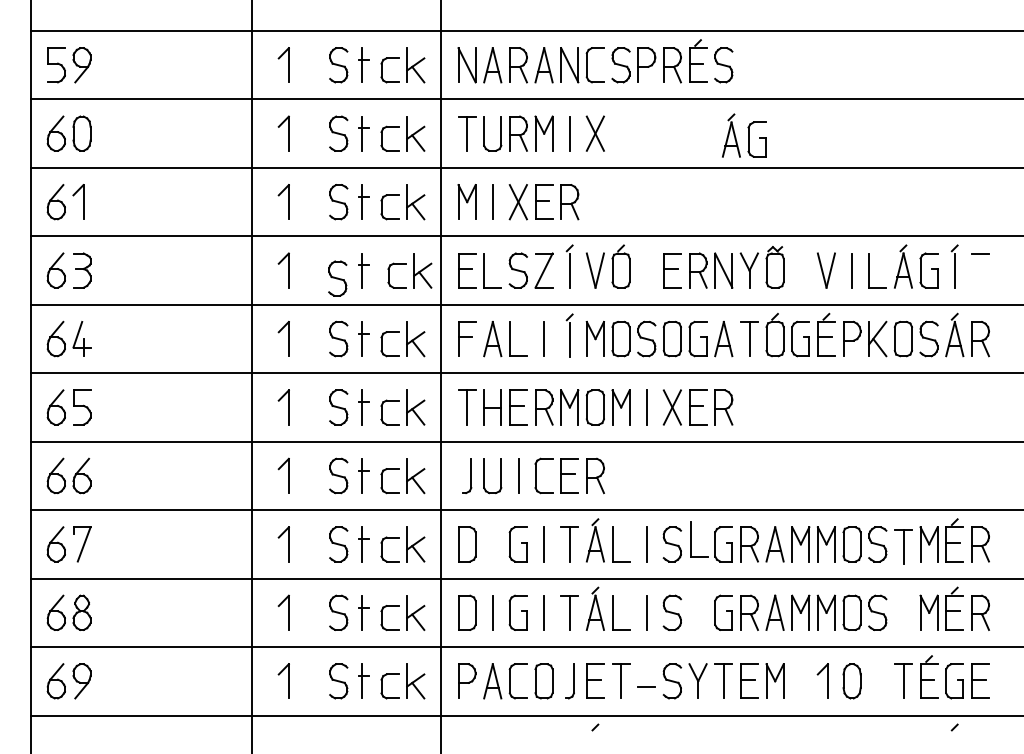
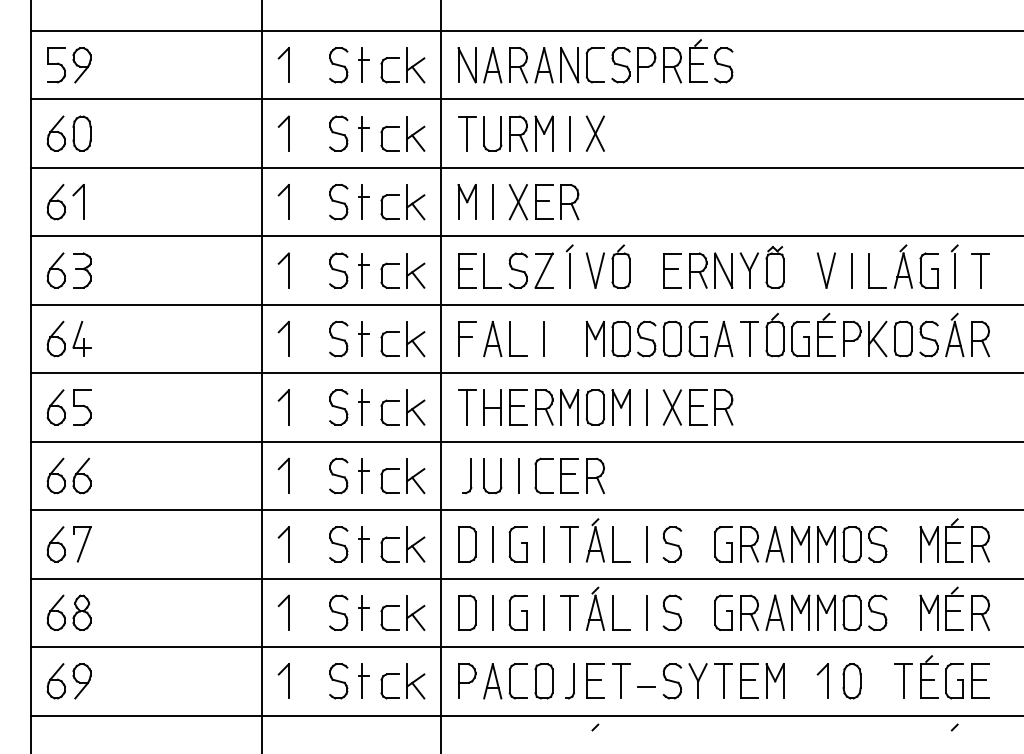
part at (744, 135): present -> none
part at (409, 270) position: (409, 270) -> (402, 270)
line at (980, 270): none -> present
part at (337, 278) position: (337, 278) -> (338, 270)
part at (569, 335): present -> none
line at (251, 376) position: (251, 376) -> (261, 376)
part at (691, 539): present -> none
line at (492, 544): none -> present
part at (903, 546): present -> none
